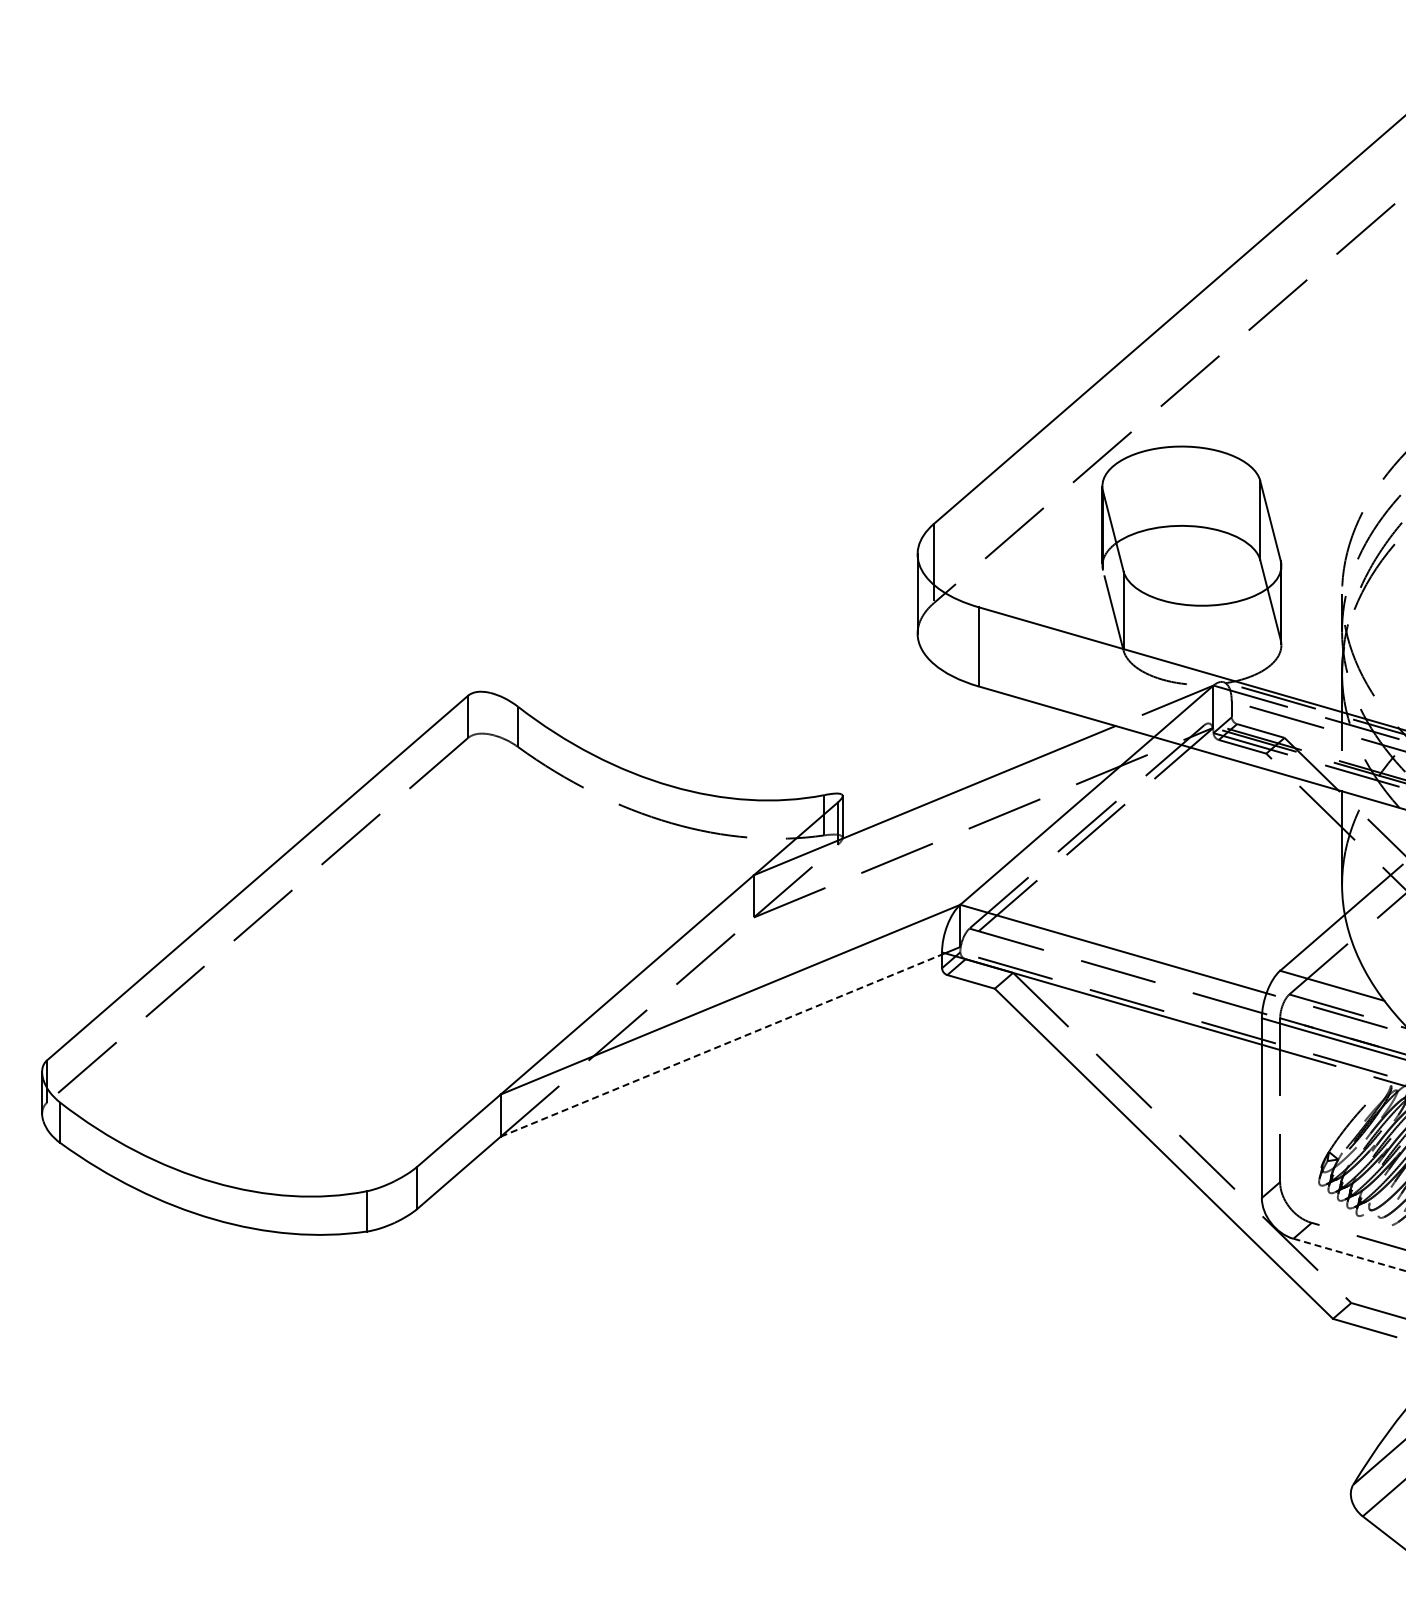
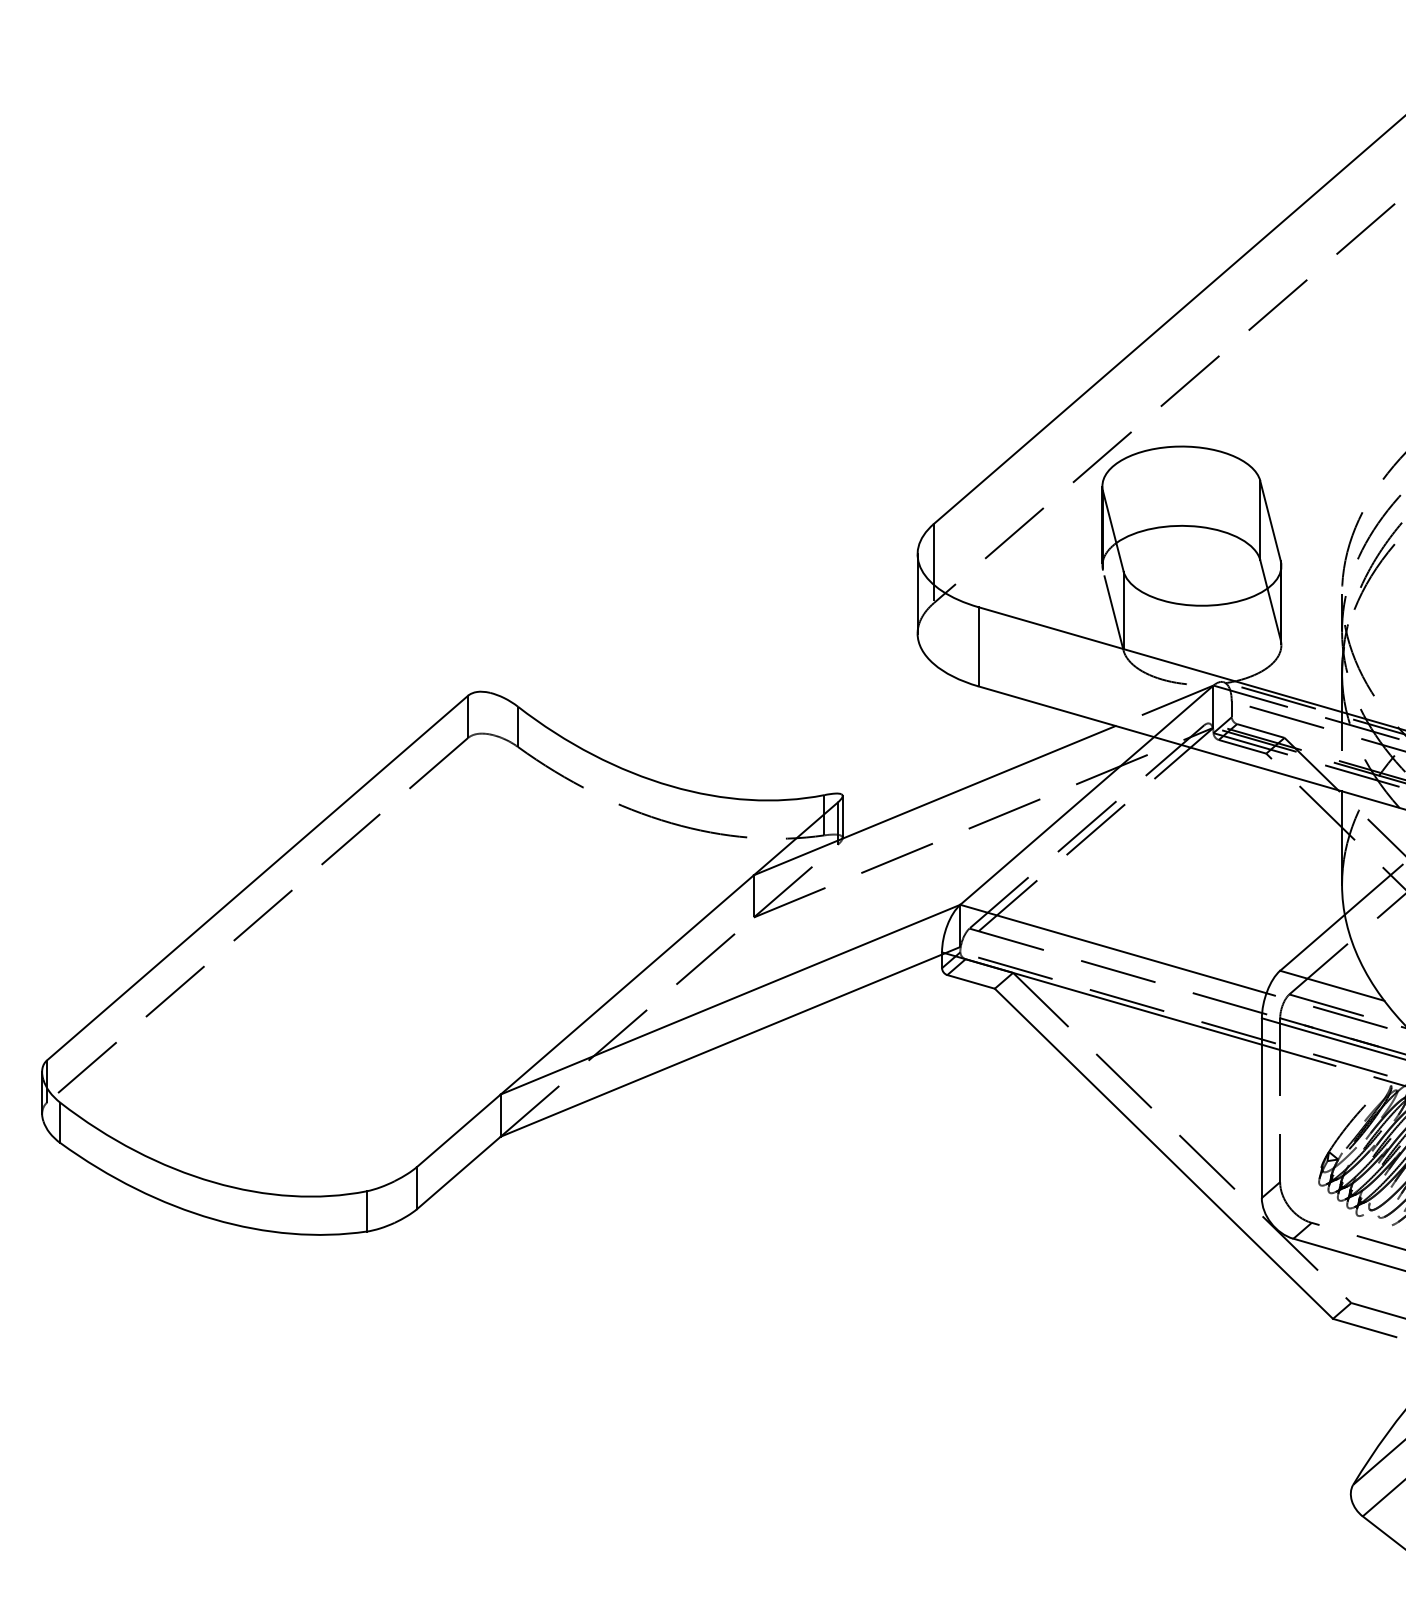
line at (721, 1045): dashed -> solid
line at (1350, 1255): dashed -> solid
